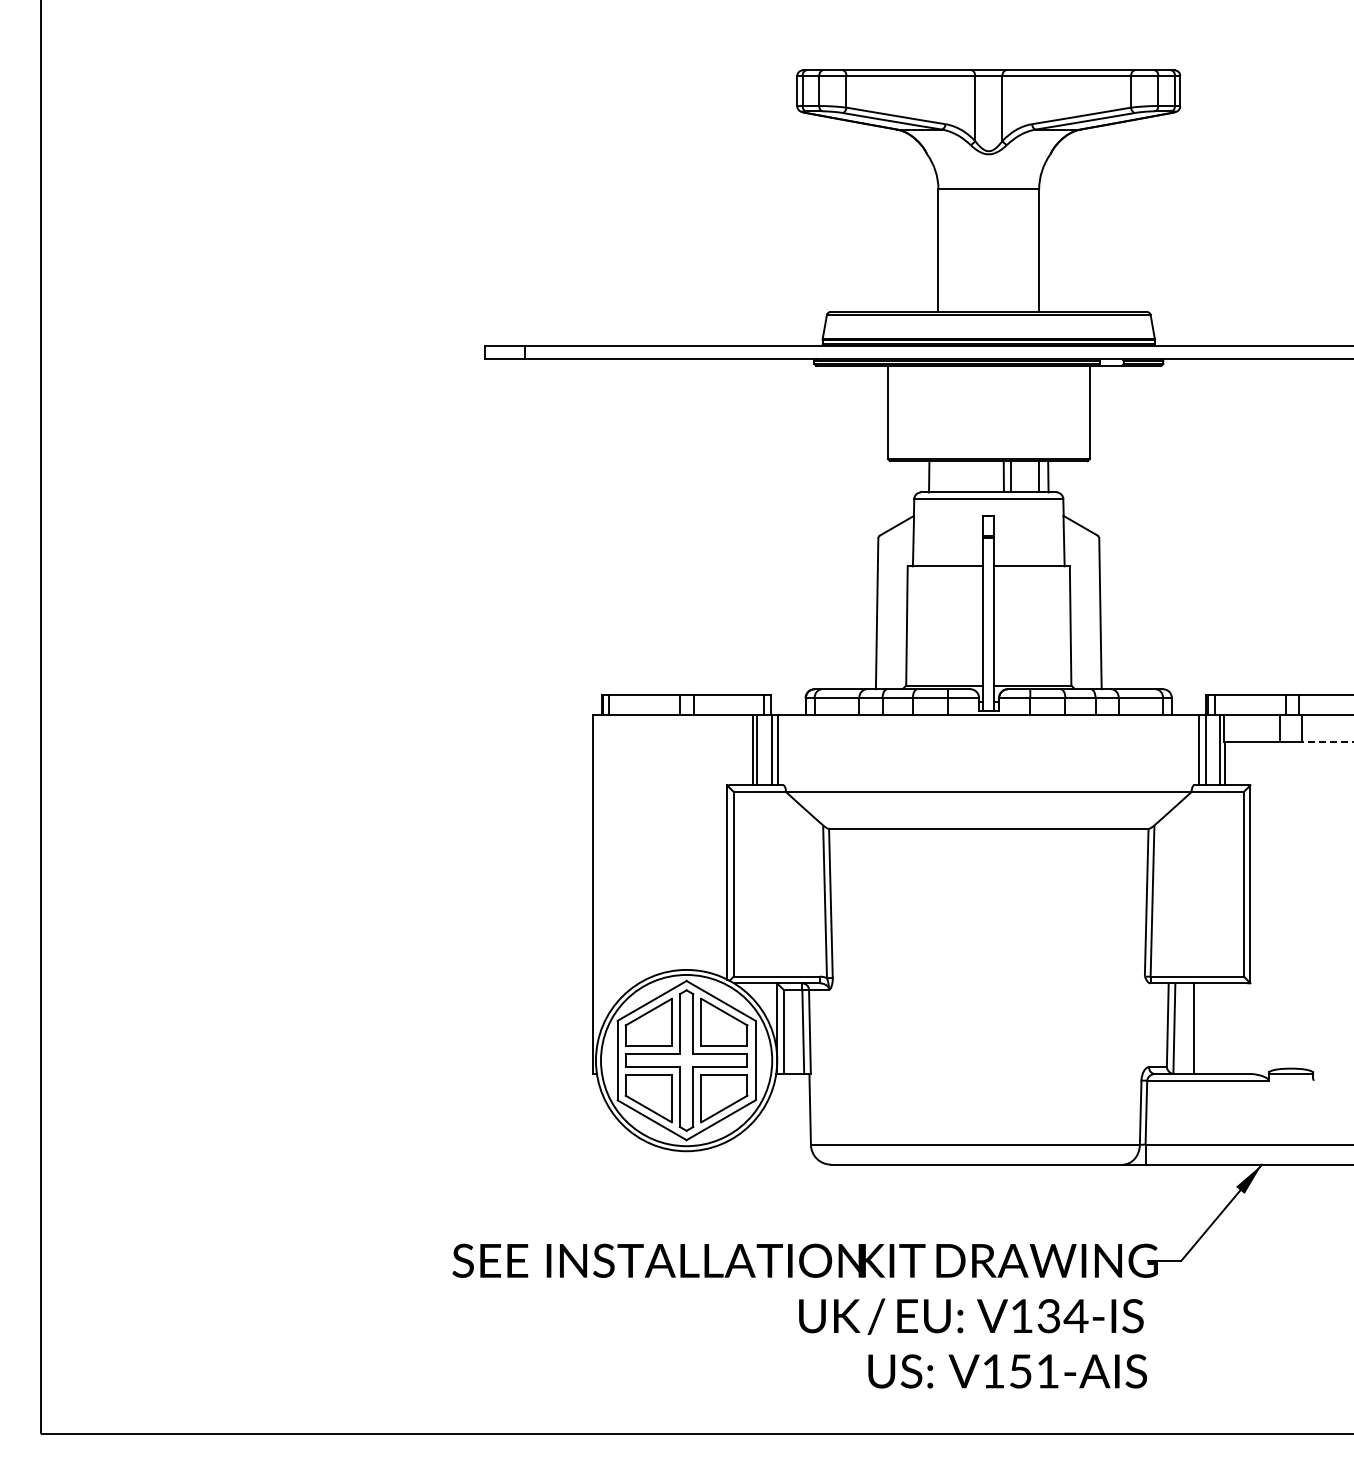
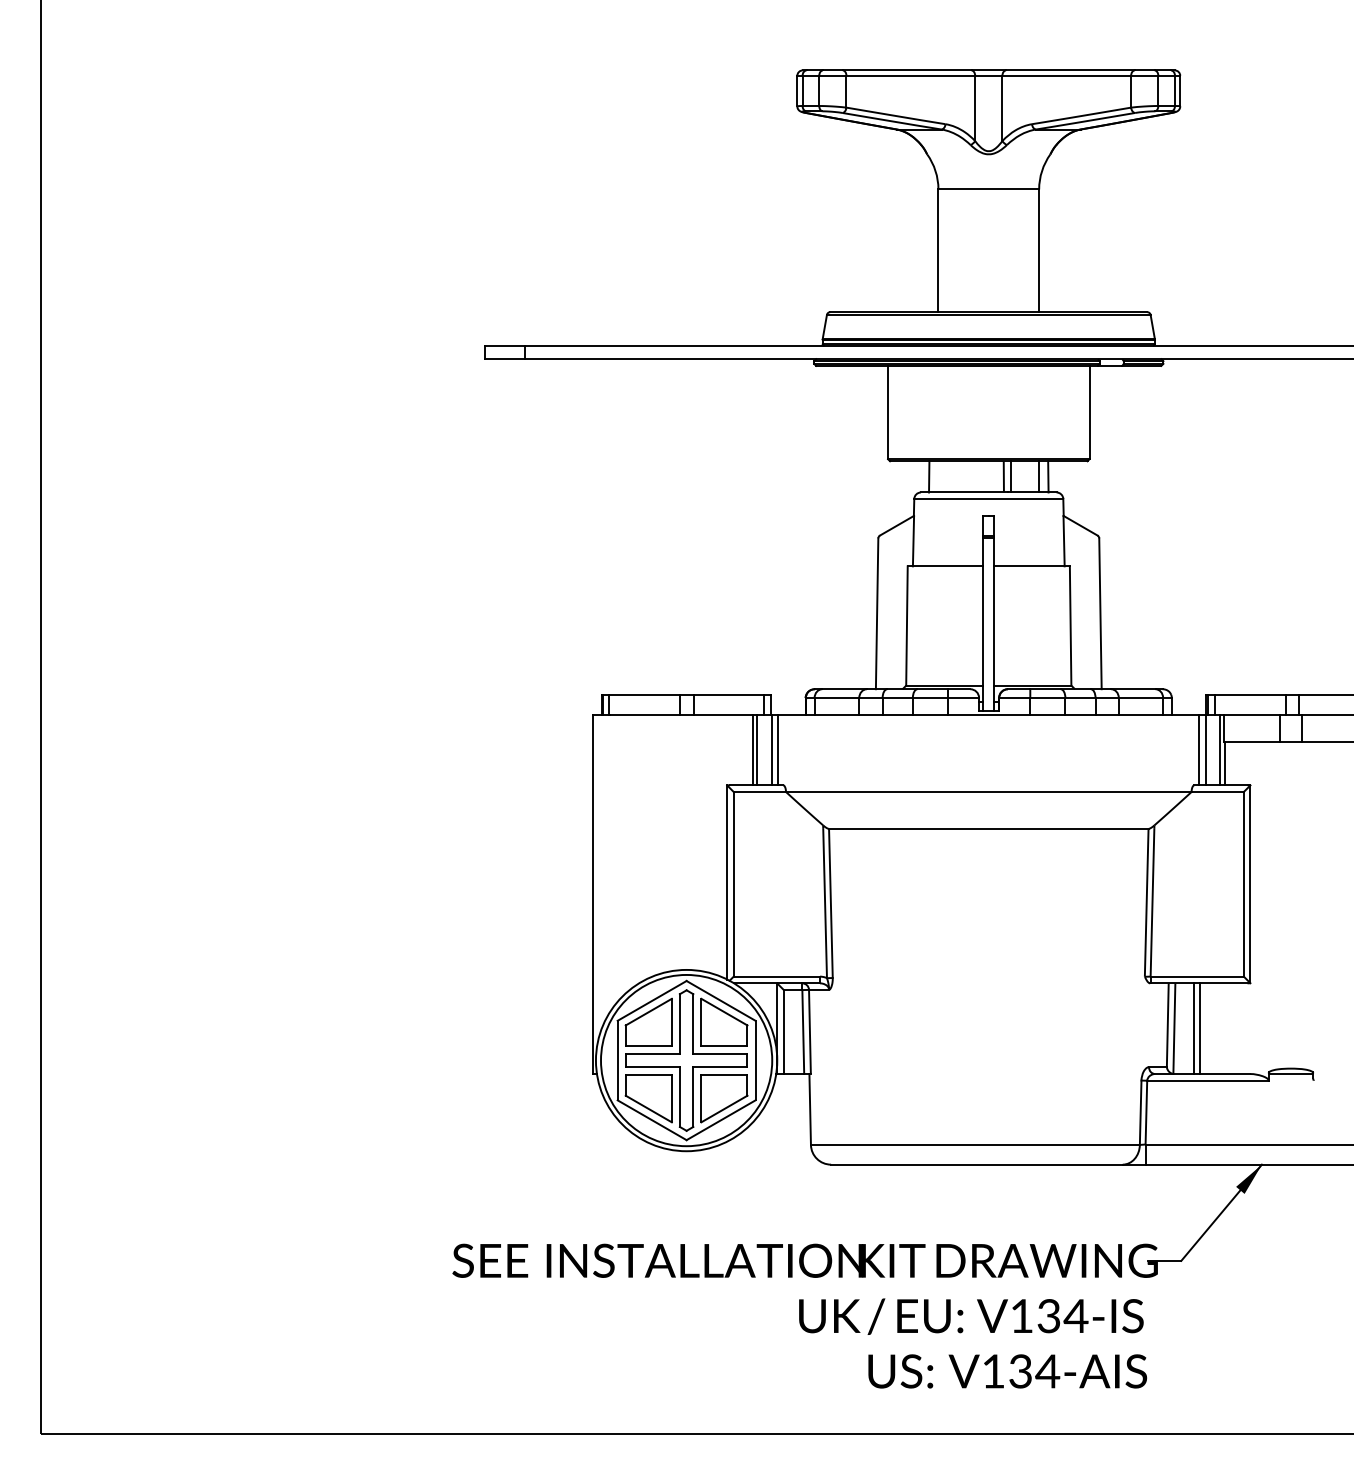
line at (1327, 741): dashed -> solid
line at (1200, 1028): none -> present
text at (1034, 1371): V151-AIS -> V134-AIS
